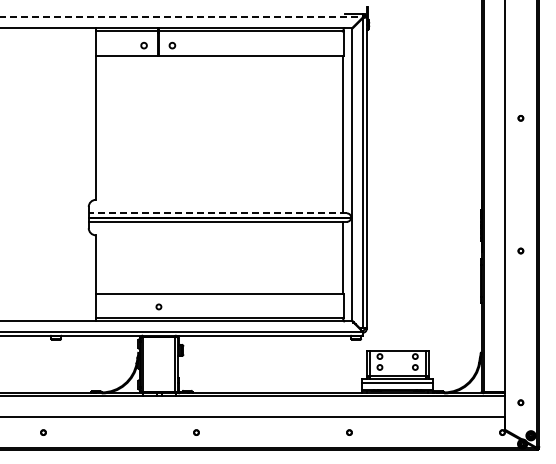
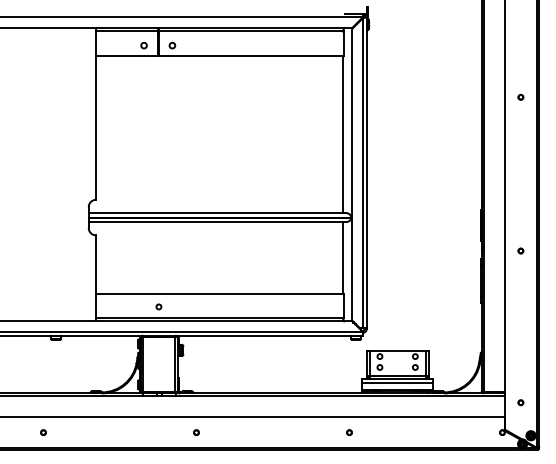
line at (182, 17): dashed -> solid
part at (520, 118) position: (520, 118) -> (520, 97)
line at (217, 213): dashed -> solid
